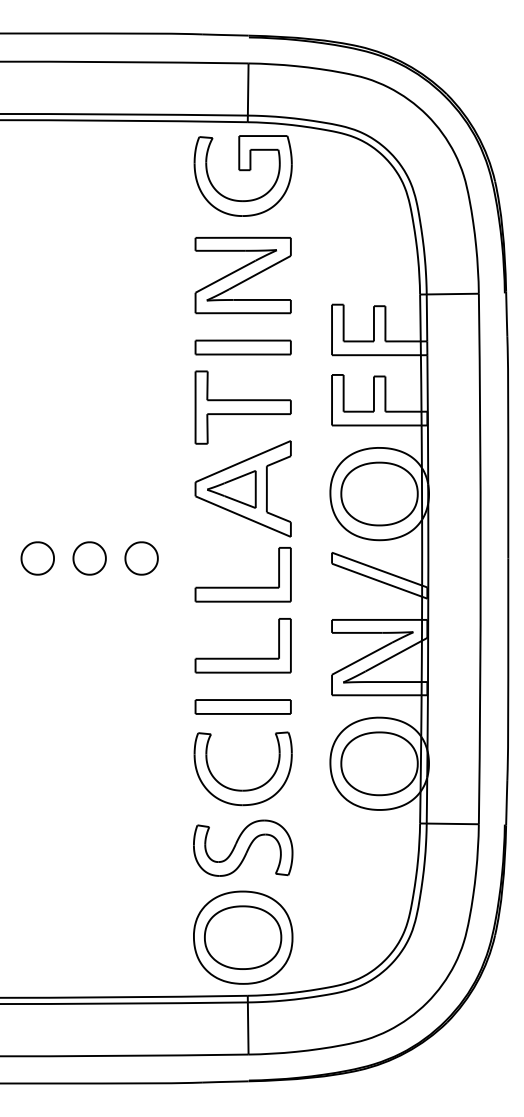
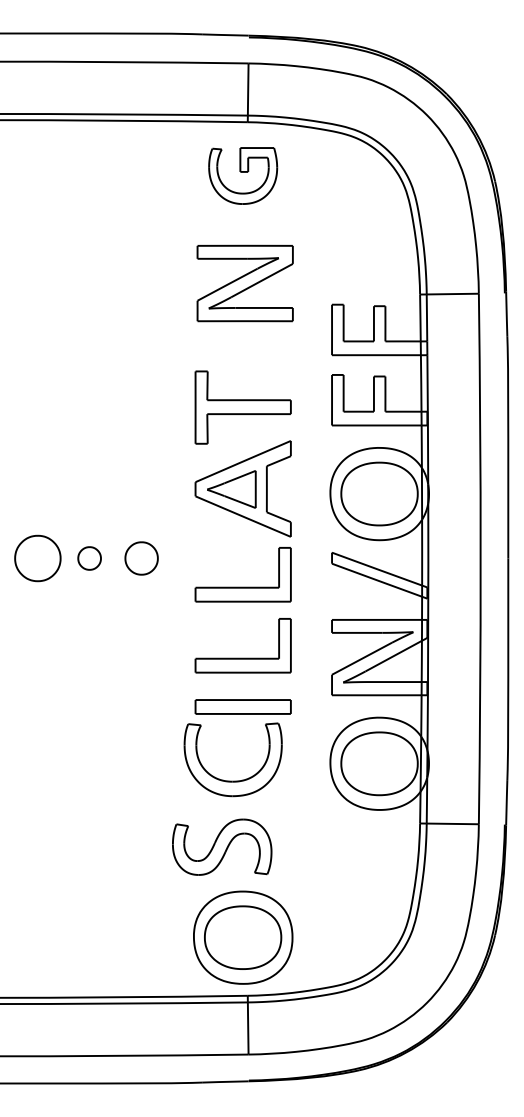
part at (242, 175) size: 100x82 px -> 71x58 px
part at (242, 275) position: (242, 275) -> (244, 283)
part at (242, 347): present -> none
part at (37, 558) size: 35x35 px -> 48x49 px
part at (89, 558) size: 35x35 px -> 25x25 px
part at (242, 789) position: (242, 789) -> (232, 780)
part at (243, 847) position: (243, 847) -> (222, 846)
